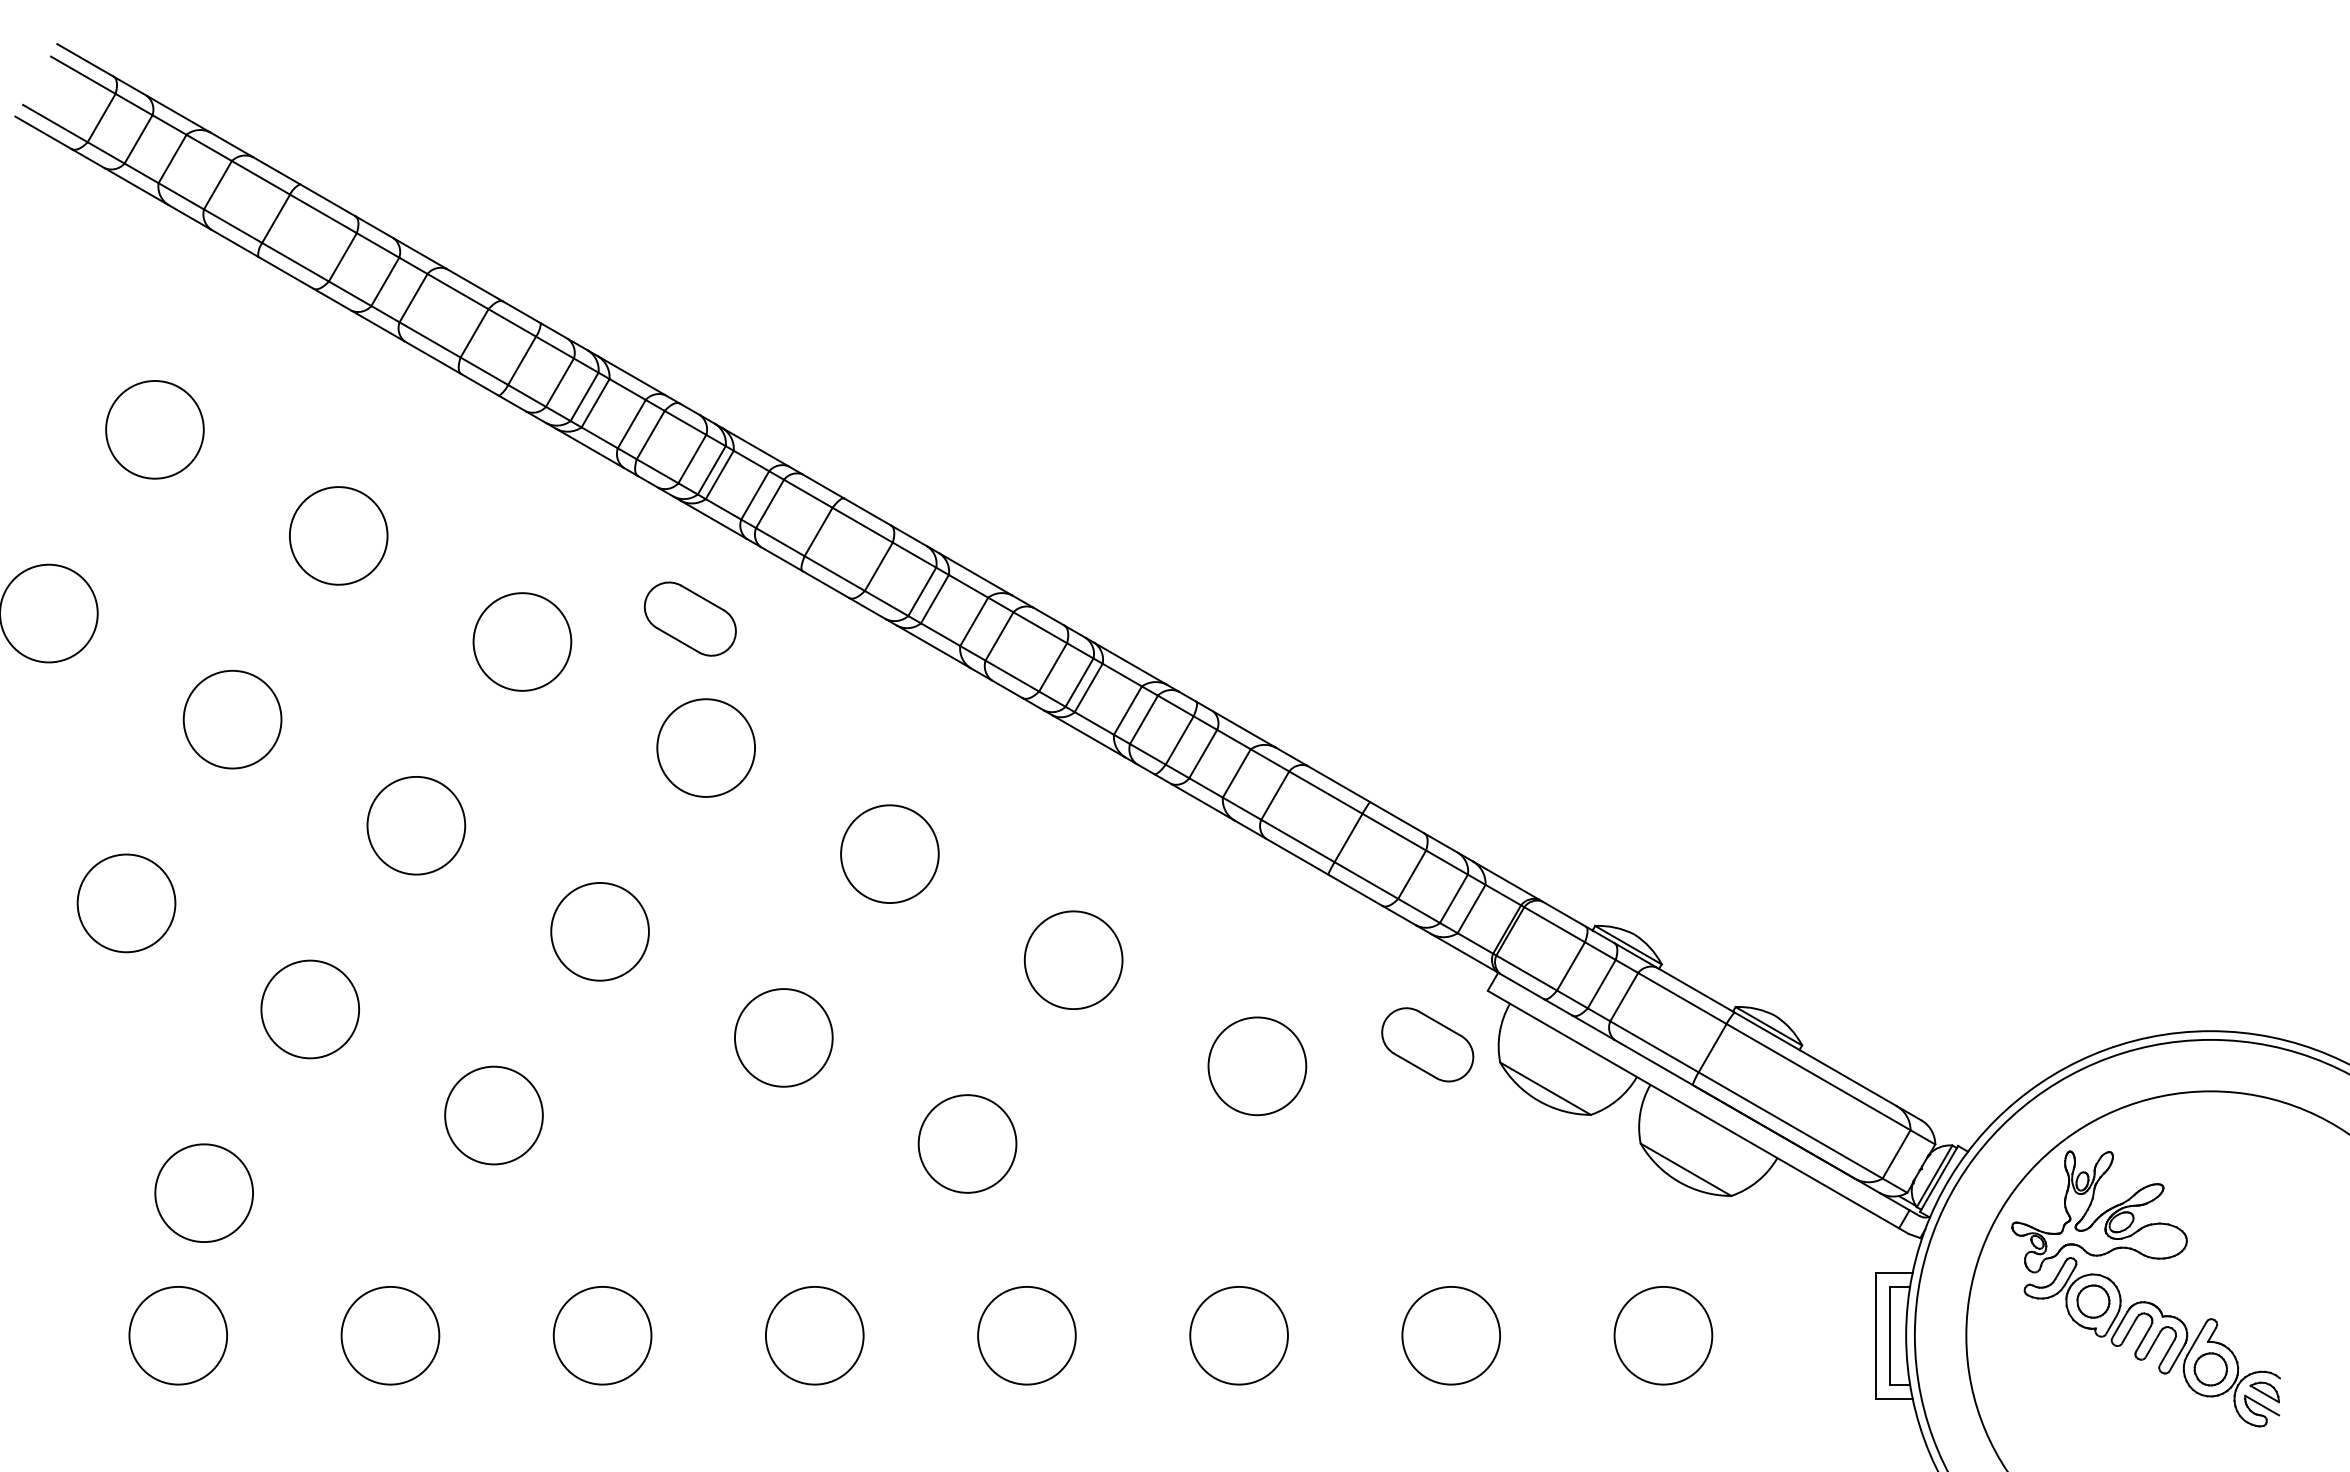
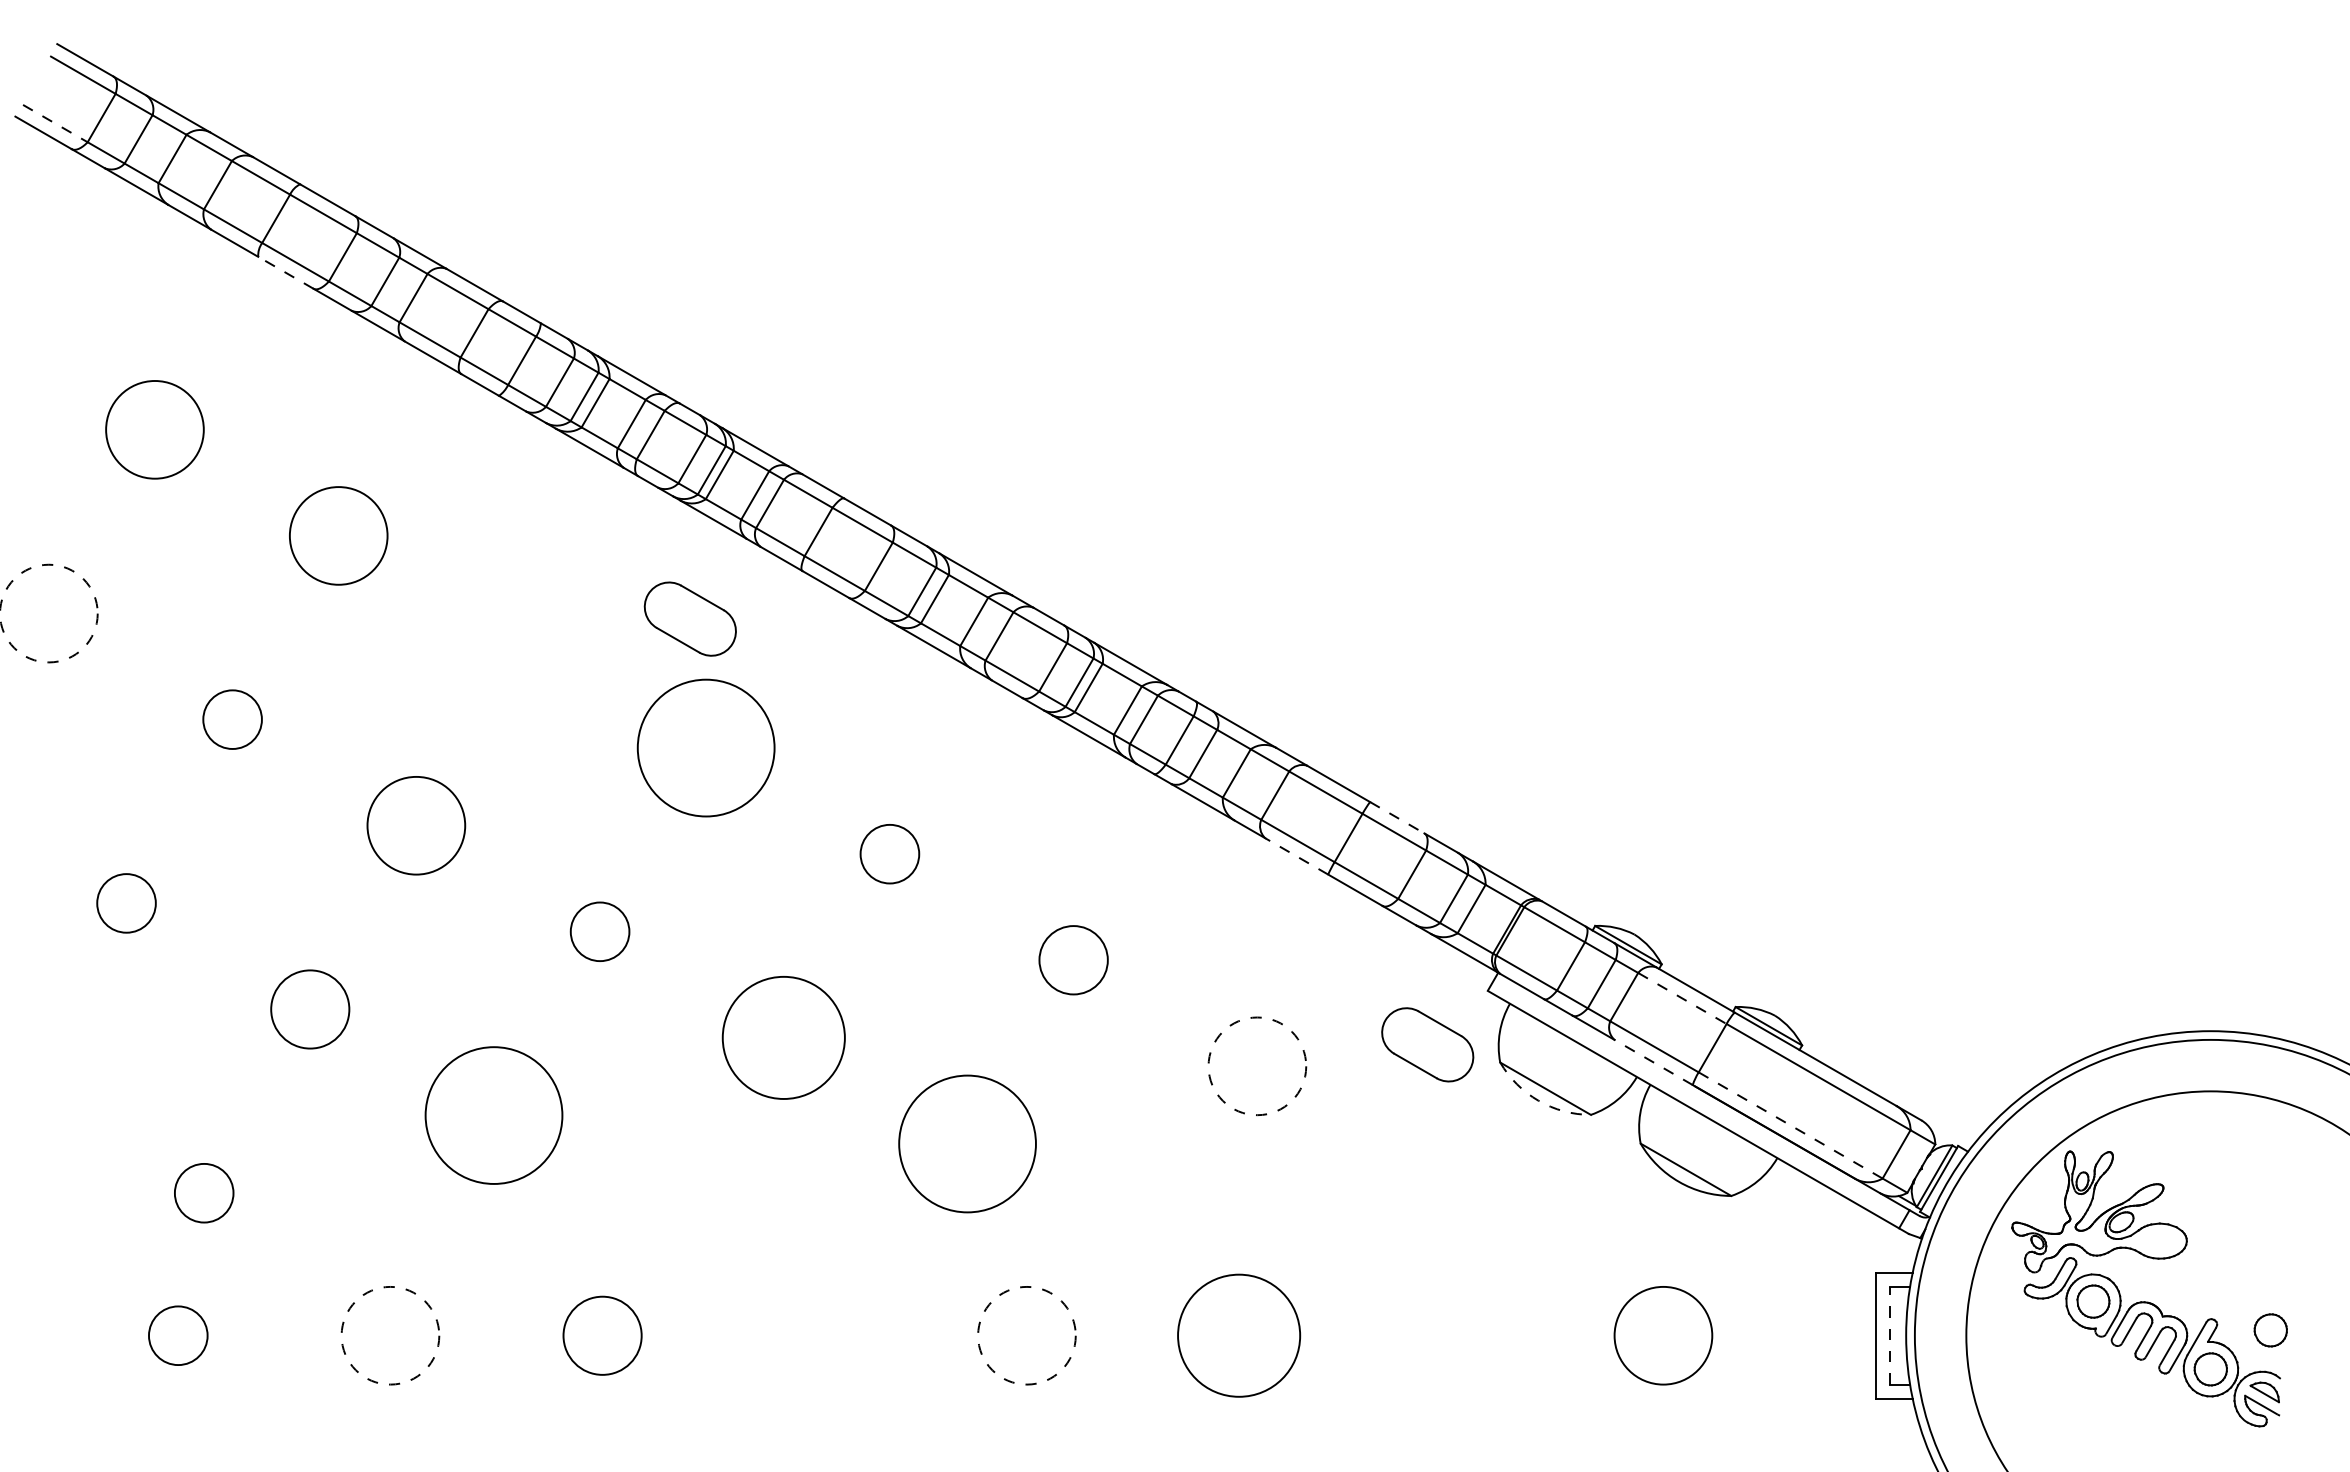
line at (55, 123): solid -> dashed
line at (285, 272): solid -> dashed
circle at (48, 613): solid -> dashed
circle at (522, 641): present -> none
circle at (232, 719) diameter: 98 px -> 59 px
circle at (706, 747) diameter: 98 px -> 137 px
line at (1397, 817): solid -> dashed
circle at (889, 854) diameter: 98 px -> 59 px
line at (1296, 856): solid -> dashed
circle at (126, 903) diameter: 98 px -> 59 px
circle at (599, 931) diameter: 98 px -> 59 px
circle at (1073, 960) diameter: 98 px -> 68 px
line at (1682, 998): solid -> dashed
circle at (310, 1009) diameter: 98 px -> 78 px
circle at (783, 1037) diameter: 98 px -> 122 px
line at (1653, 1062): solid -> dashed
circle at (1257, 1066): solid -> dashed
arc at (1538, 1100): solid -> dashed
circle at (493, 1115) diameter: 98 px -> 137 px
line at (1791, 1125): solid -> dashed
circle at (967, 1143) diameter: 98 px -> 137 px
circle at (204, 1193) diameter: 98 px -> 59 px
part at (2270, 1330): none -> present
circle at (178, 1335) diameter: 98 px -> 59 px
circle at (390, 1335): solid -> dashed
circle at (602, 1335) size: 101x100 px -> 81x81 px
circle at (814, 1335): present -> none
circle at (1026, 1335): solid -> dashed
circle at (1238, 1335) diameter: 98 px -> 122 px
circle at (1450, 1335): present -> none
line at (1889, 1335): solid -> dashed
